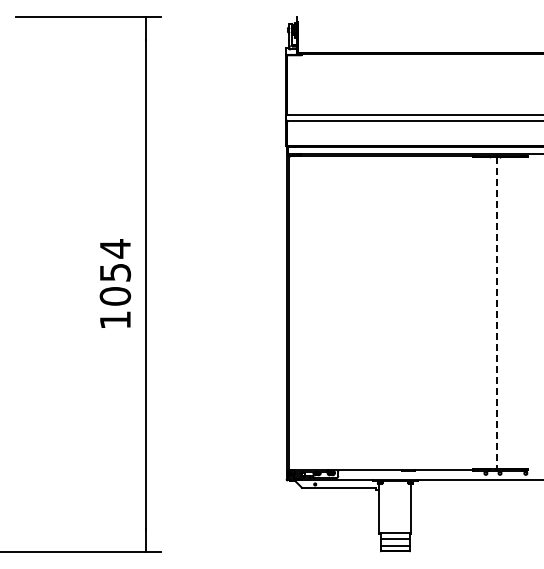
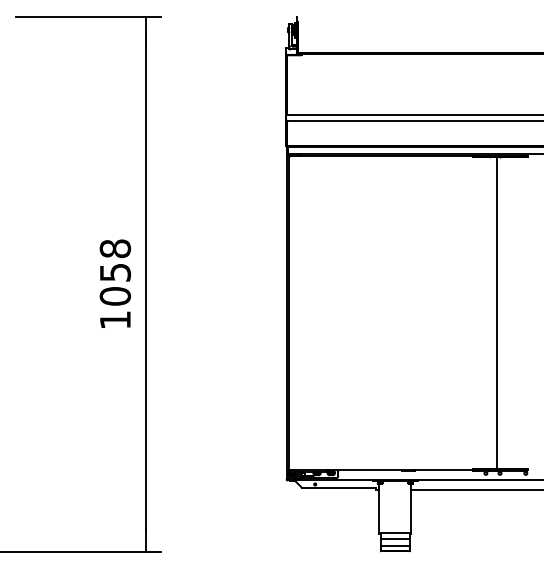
text at (115, 248): 1054 -> 1058
line at (496, 313): dashed -> solid
line at (475, 489): none -> present
